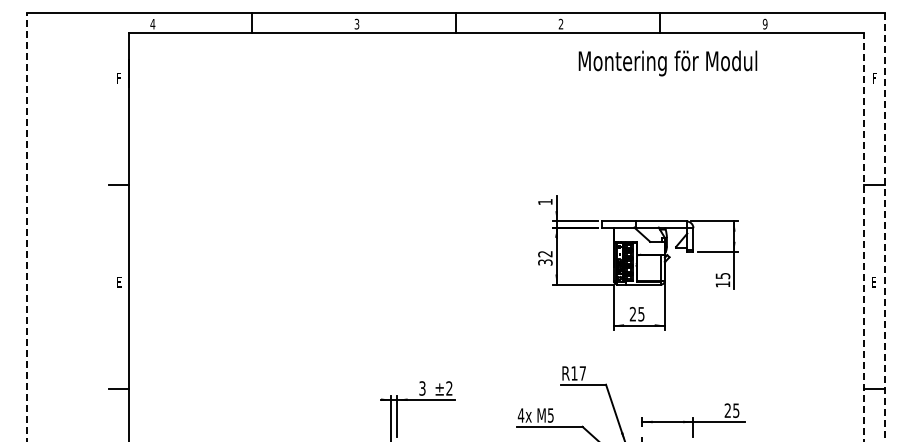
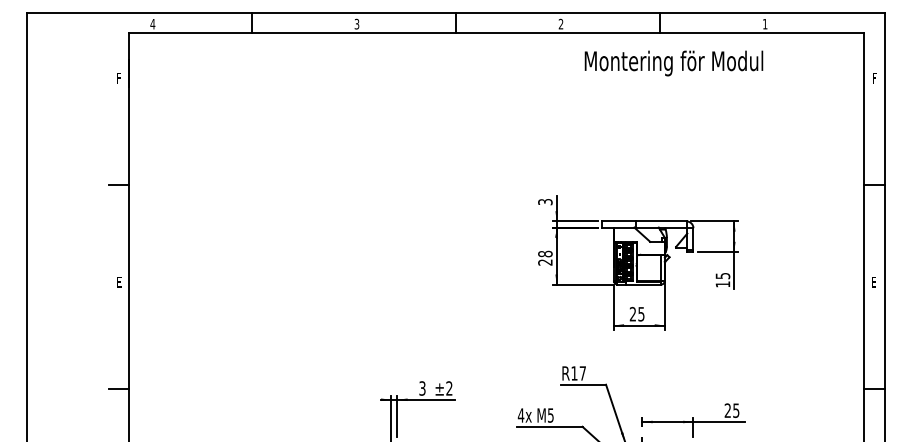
text at (764, 23): 9 -> 1
text at (667, 63) position: (667, 63) -> (673, 63)
text at (545, 202): 1 -> 3
line at (27, 226): dashed -> solid
line at (884, 227): dashed -> solid
line at (864, 237): dashed -> solid
text at (545, 257): 32 -> 28
